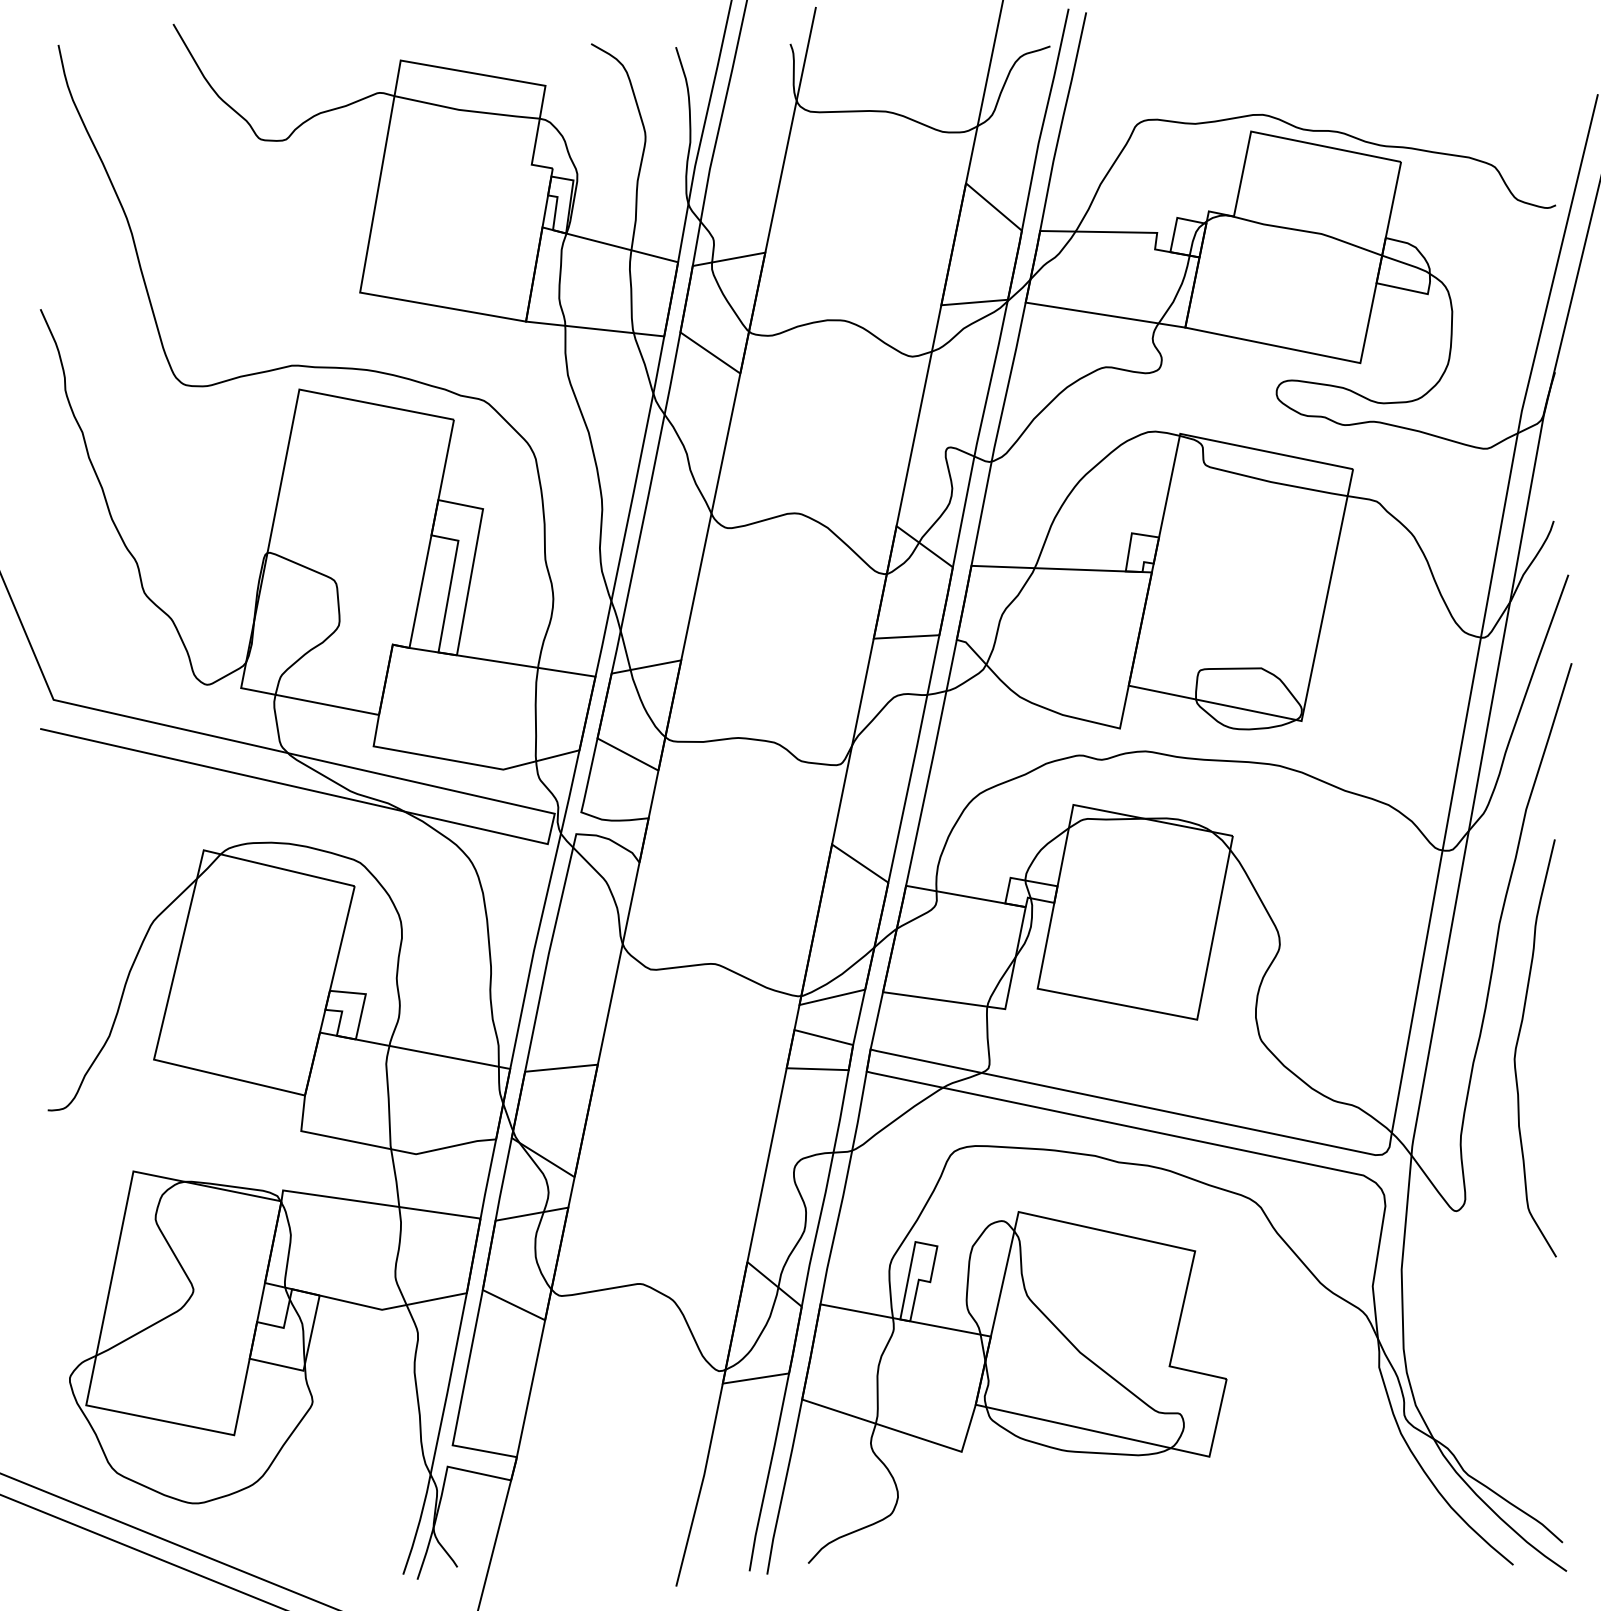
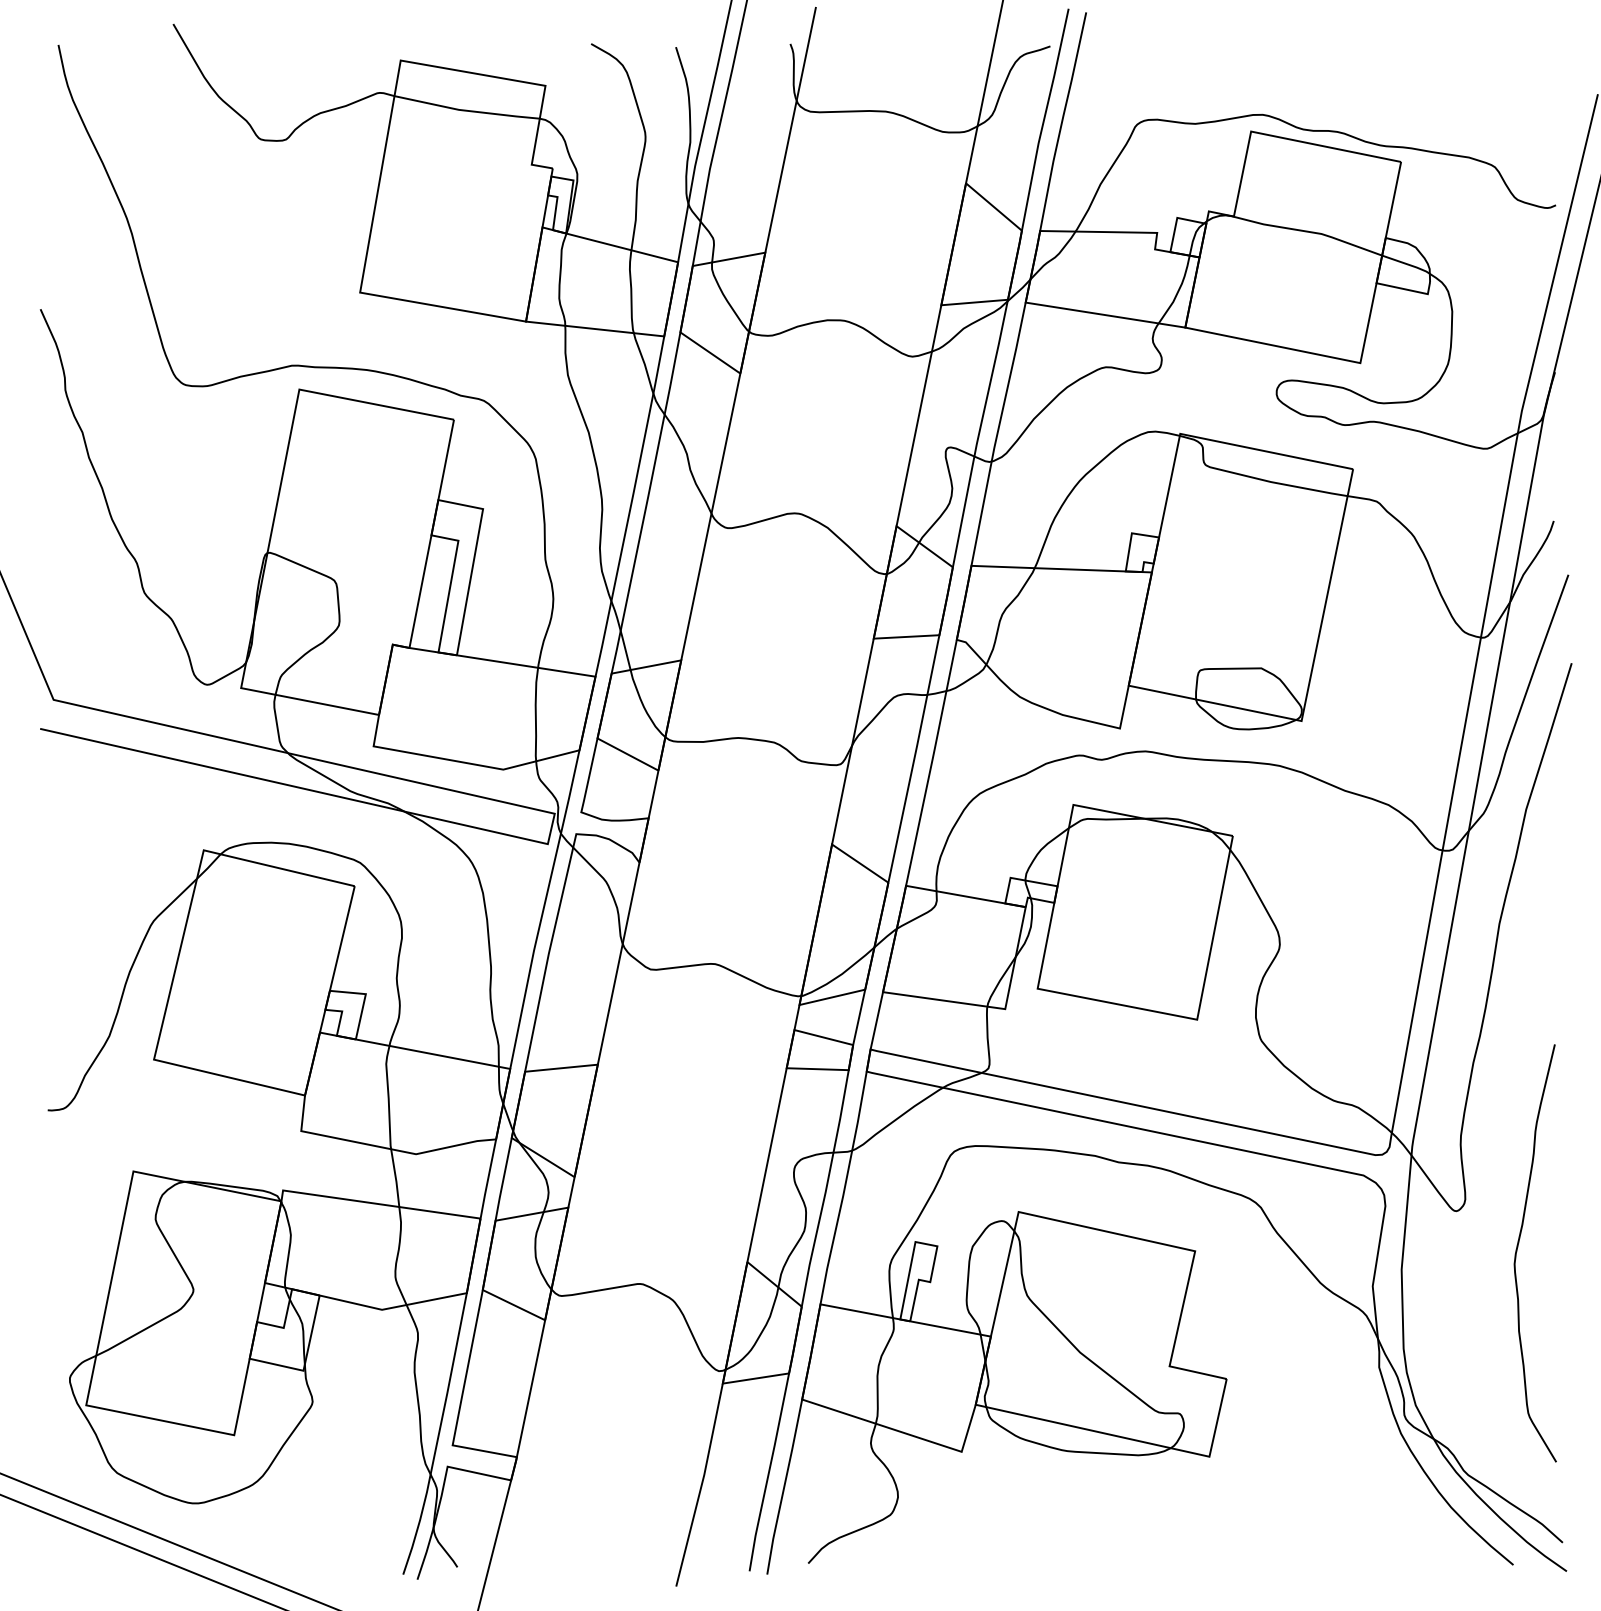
curve at (1518, 1042) position: (1518, 1042) -> (1518, 1247)
